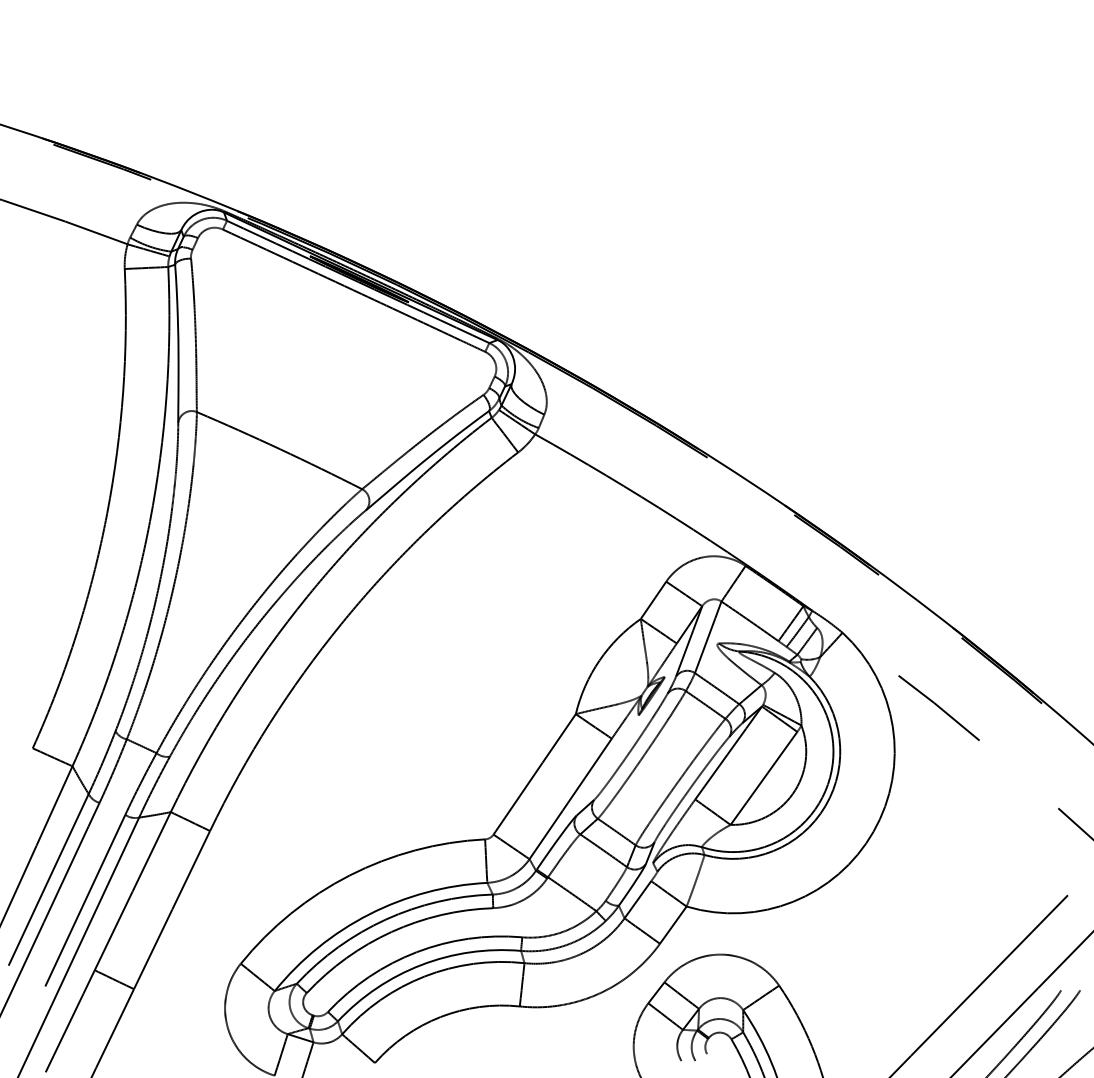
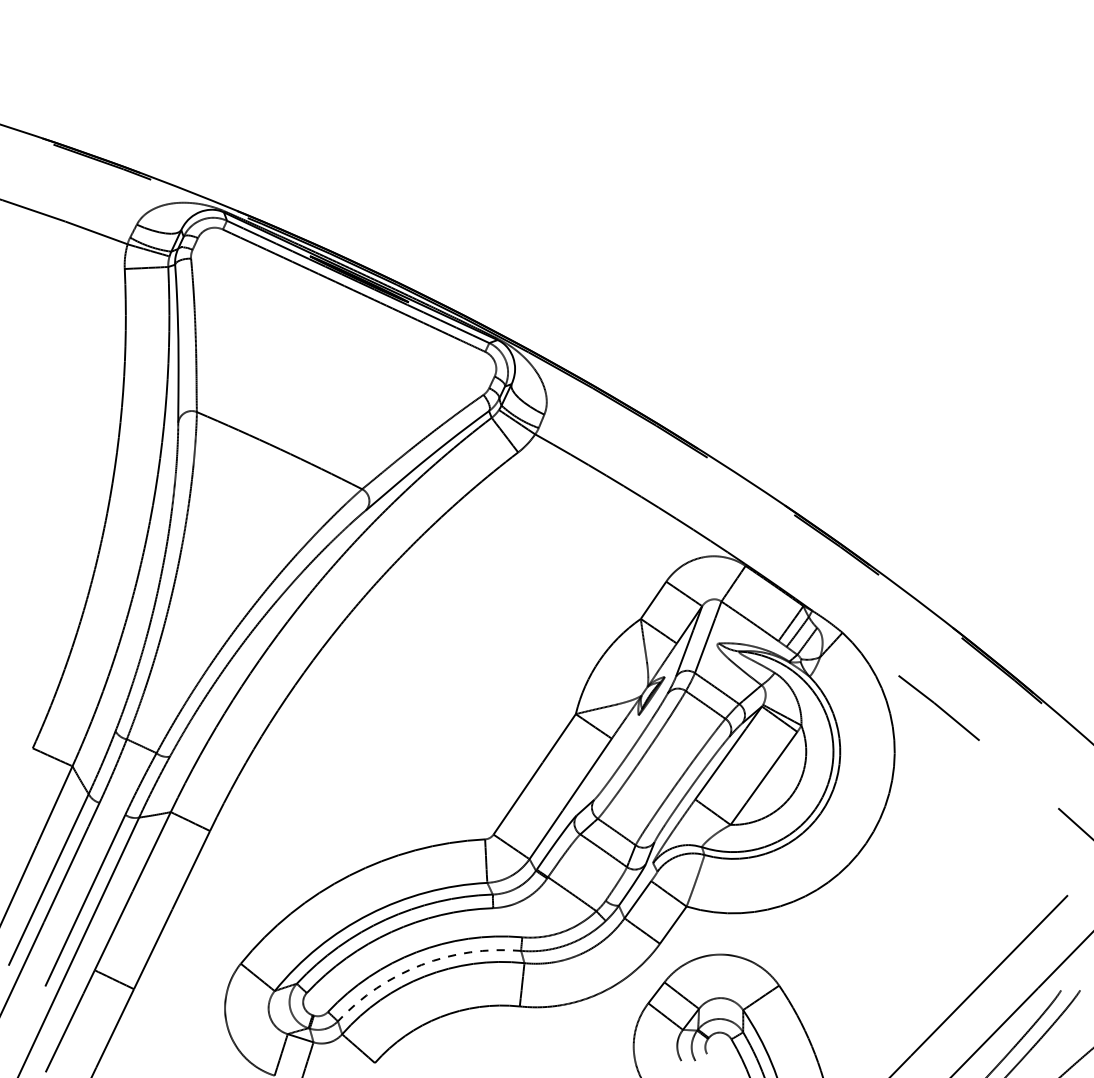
arc at (421, 965): solid -> dashed
